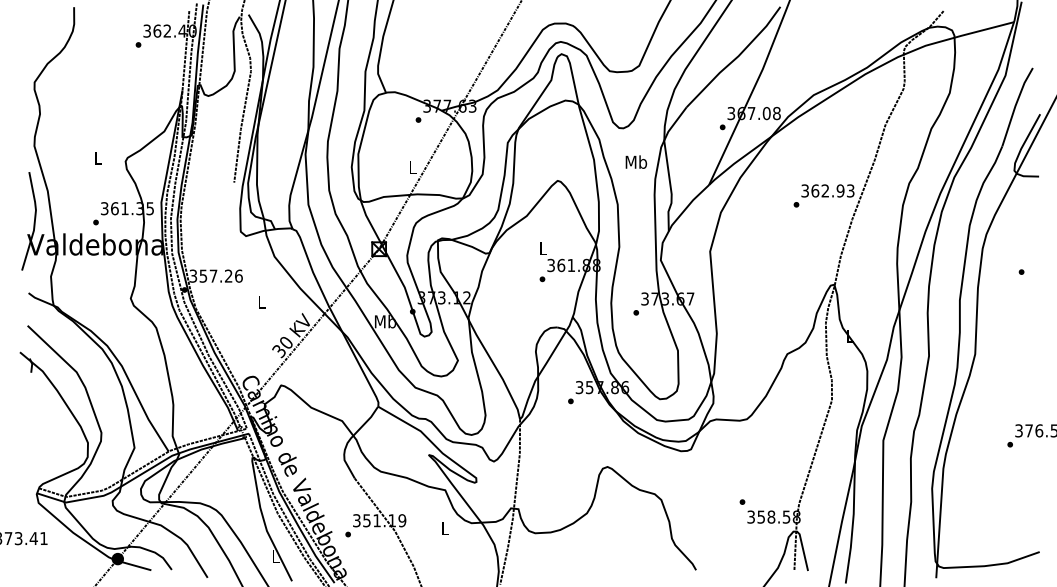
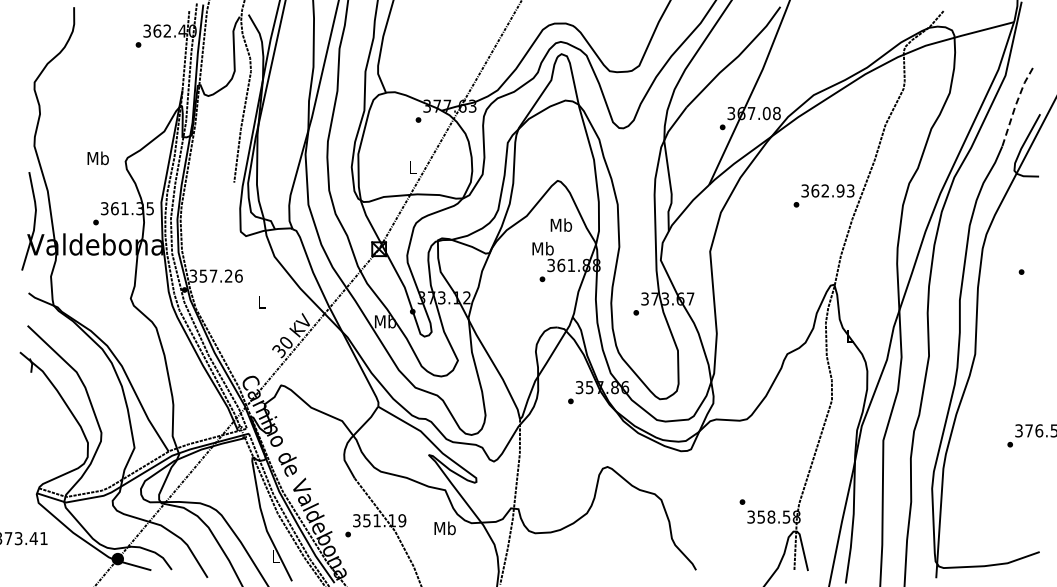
line at (1015, 106): solid -> dashed
text at (97, 158): L -> Mb
text at (636, 161) position: (636, 161) -> (561, 224)
text at (542, 248): L -> Mb
text at (444, 528): L -> Mb
